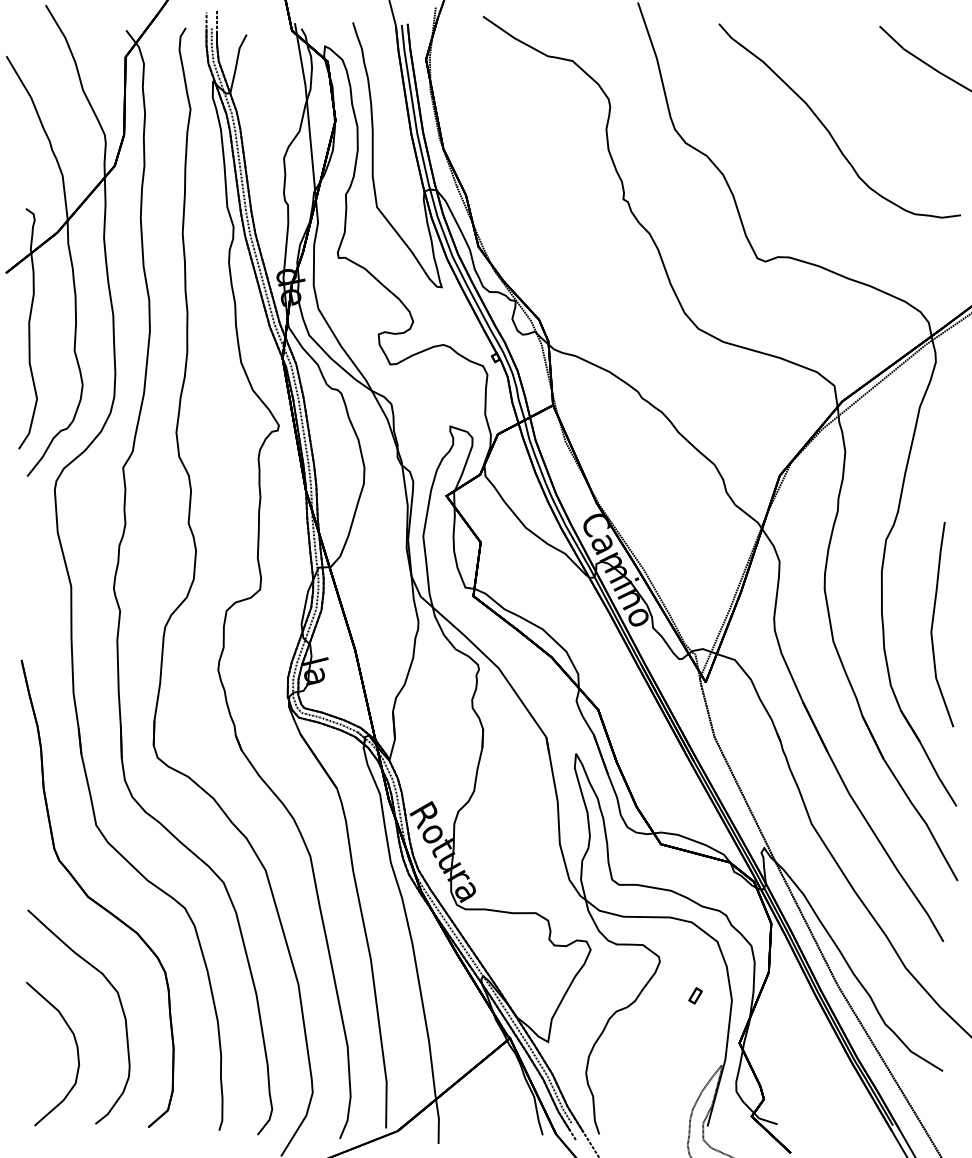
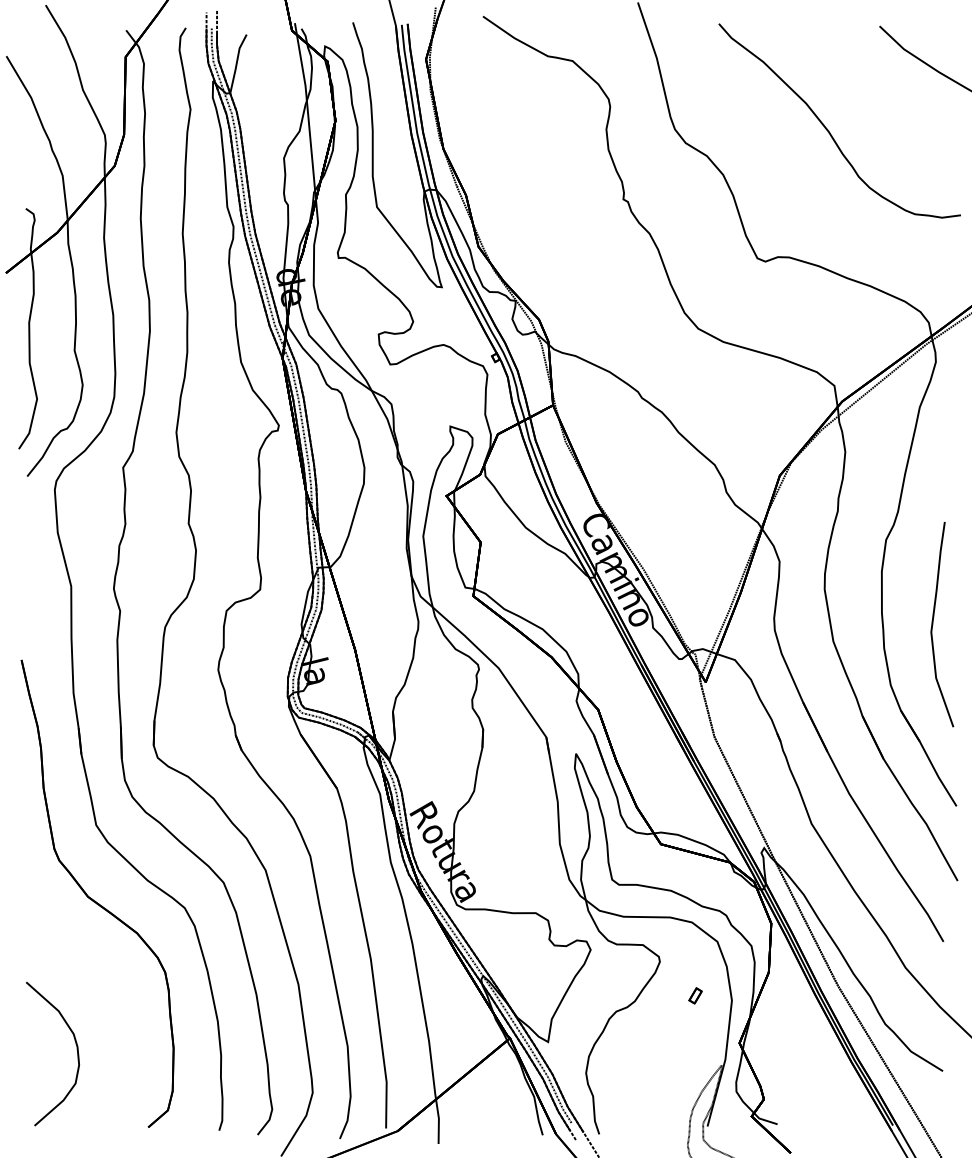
part at (119, 1002): present -> none
